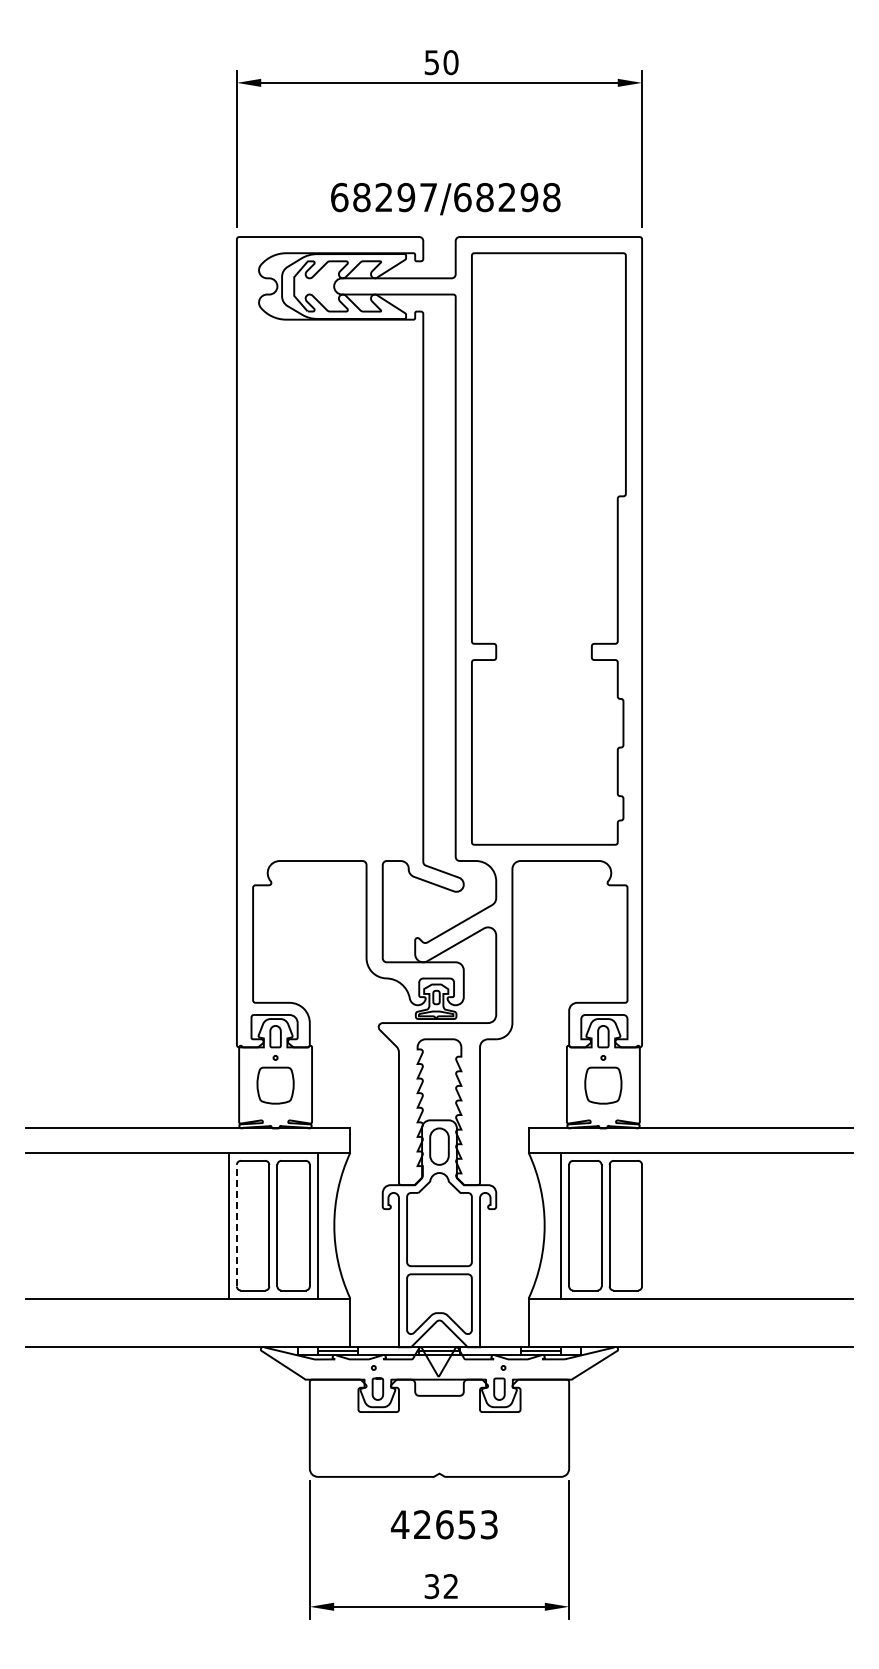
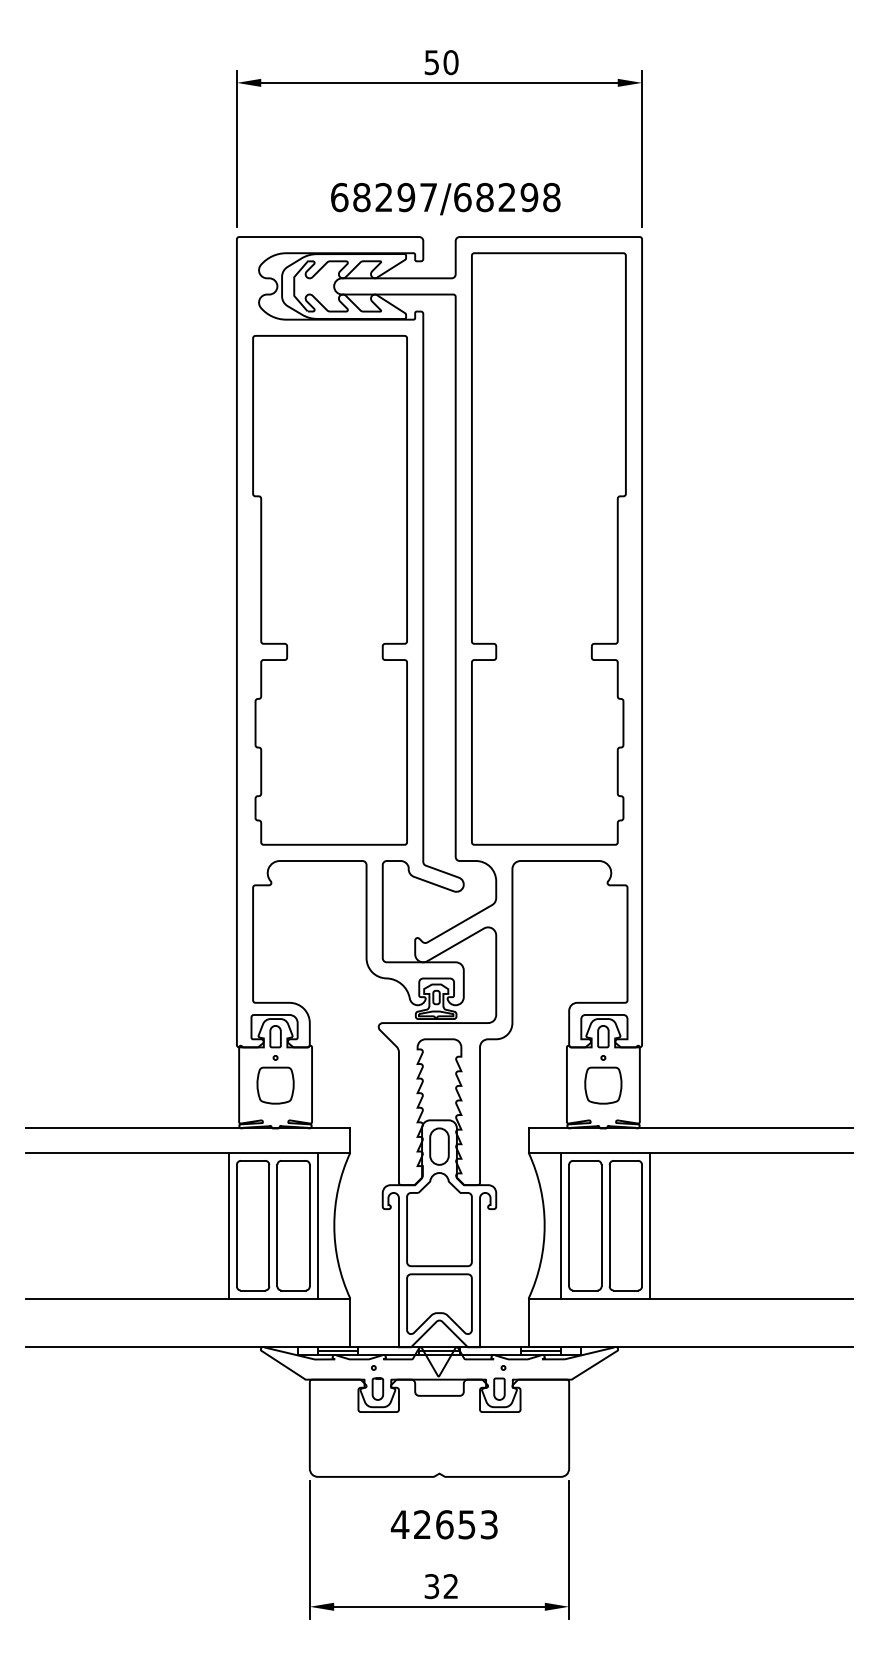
part at (329, 590): none -> present
line at (236, 1225): dashed -> solid
line at (650, 1225): none -> present
